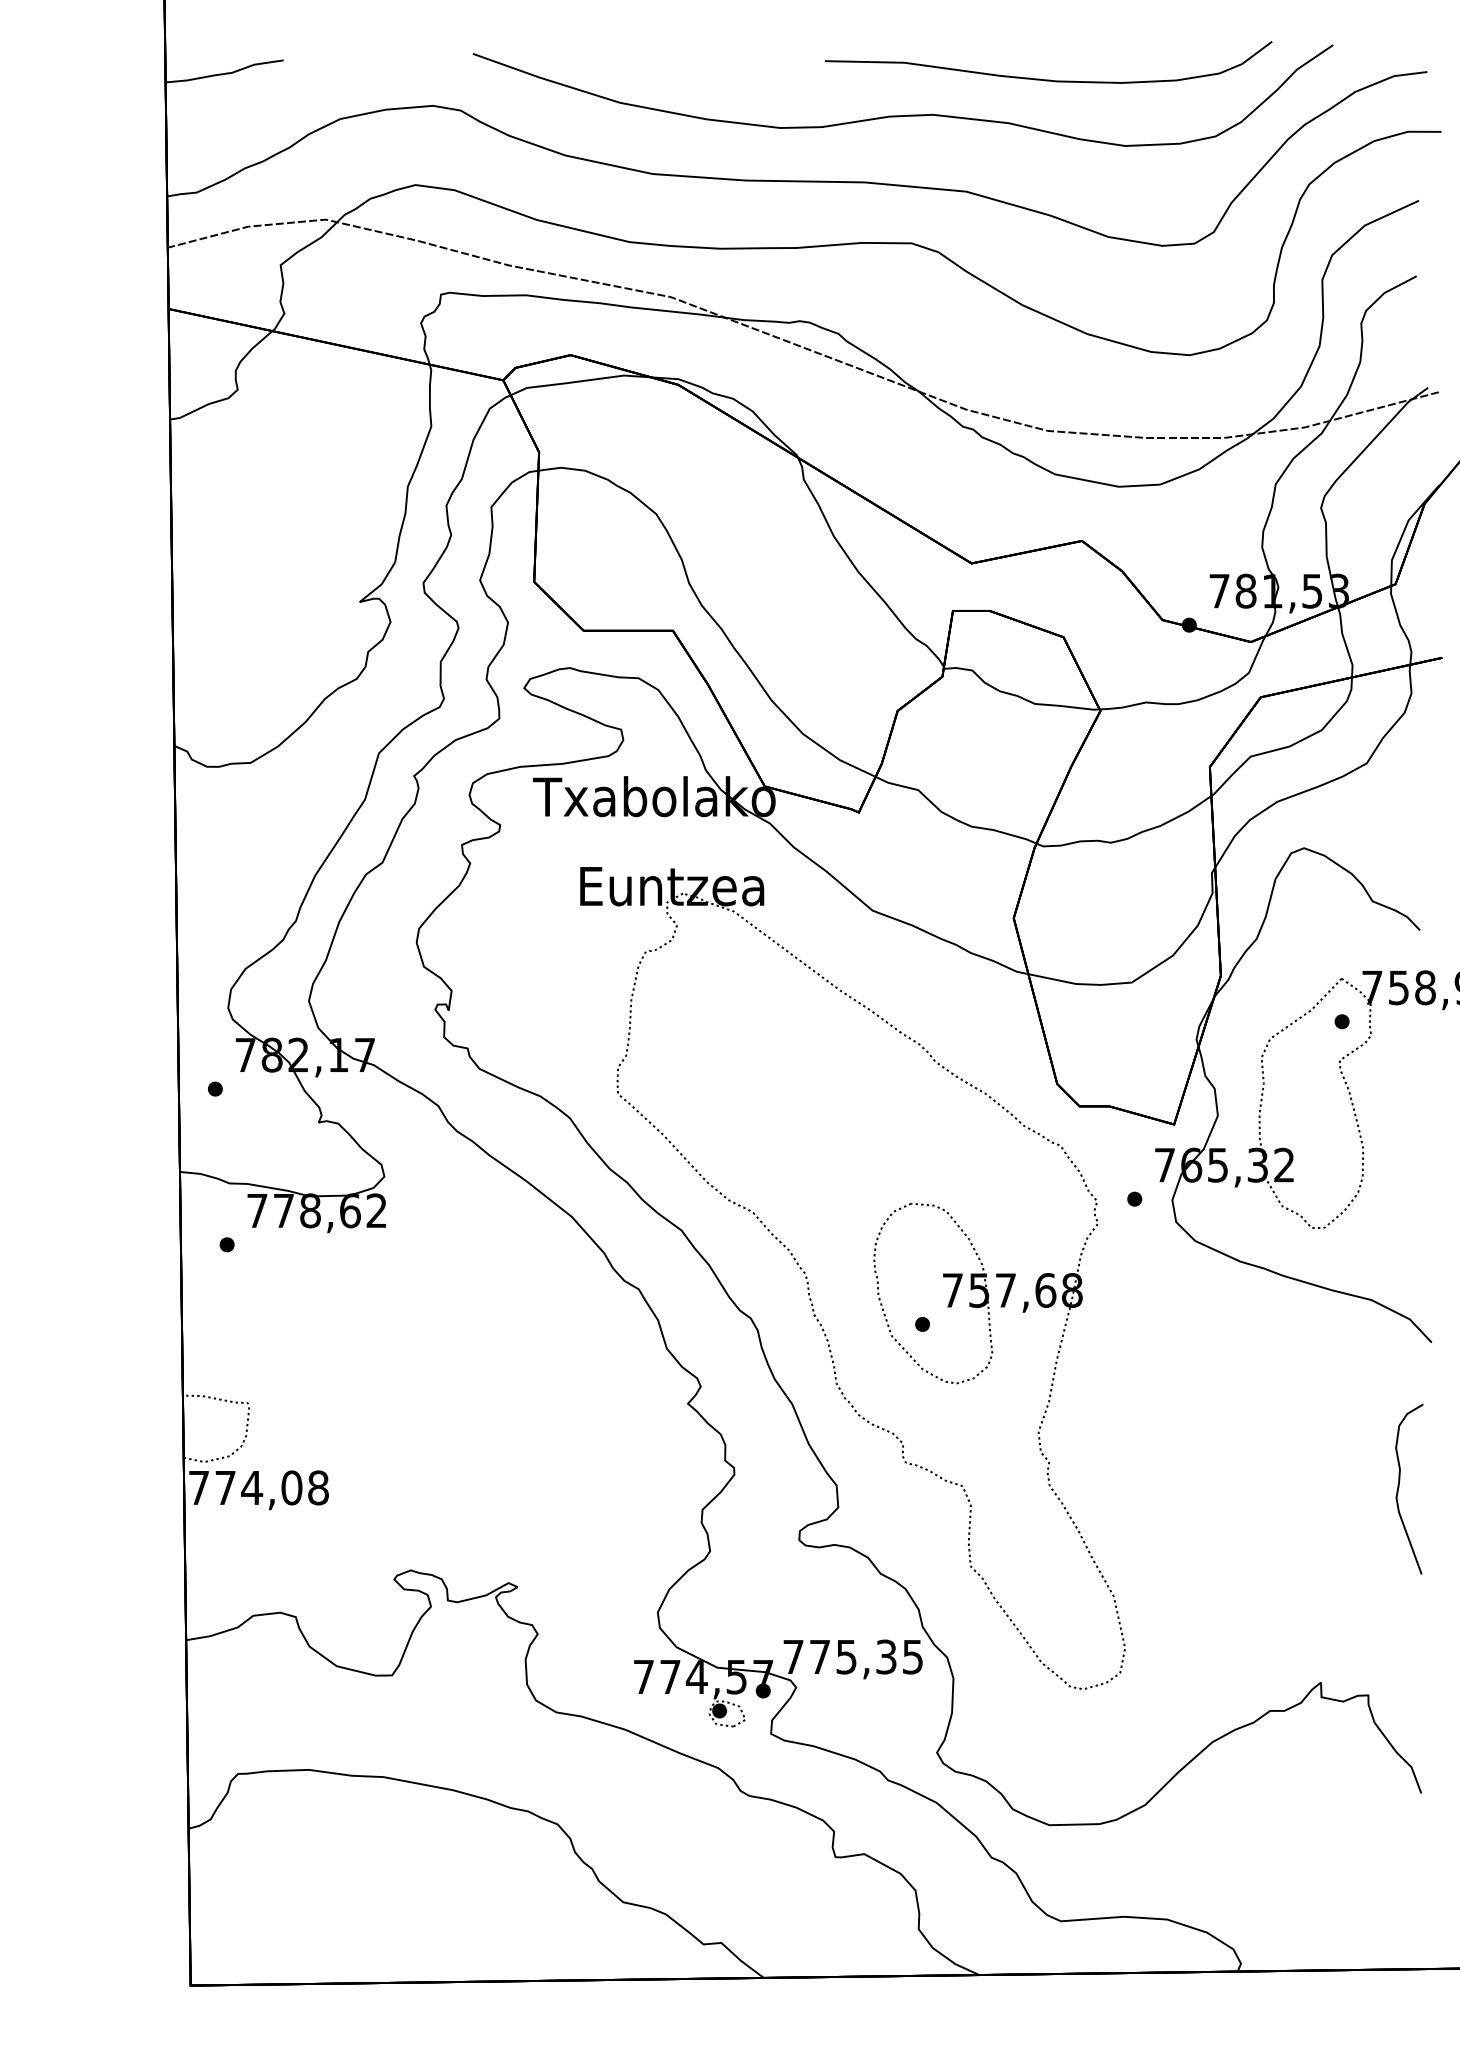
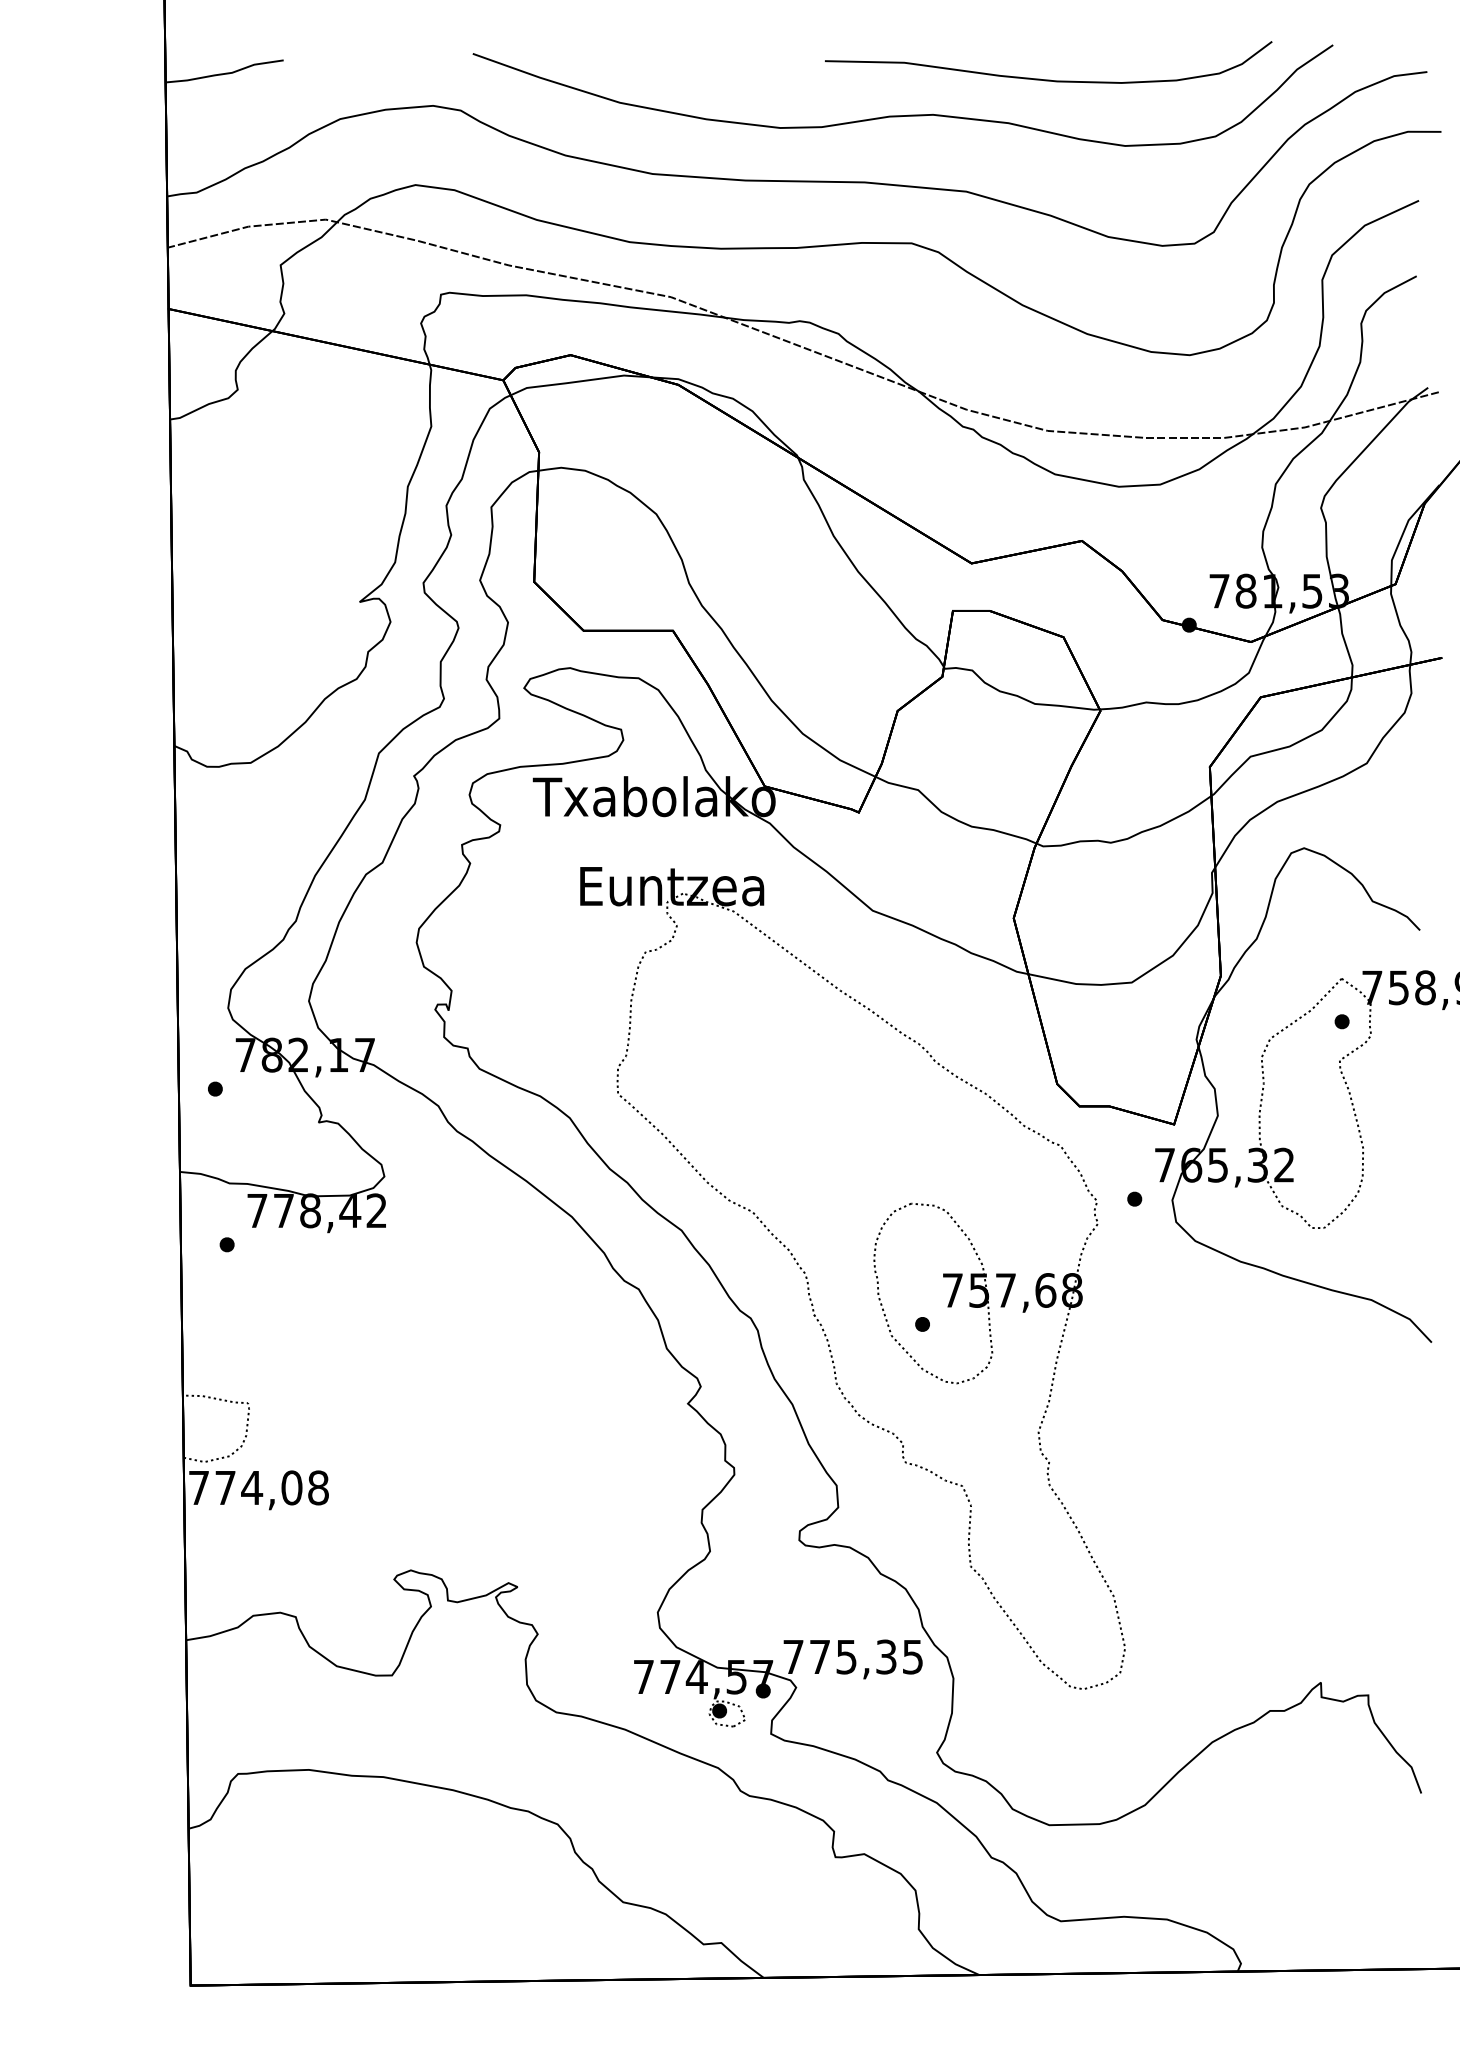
text at (350, 1210): 778,62 -> 778,42
curve at (1399, 1487): present -> none
